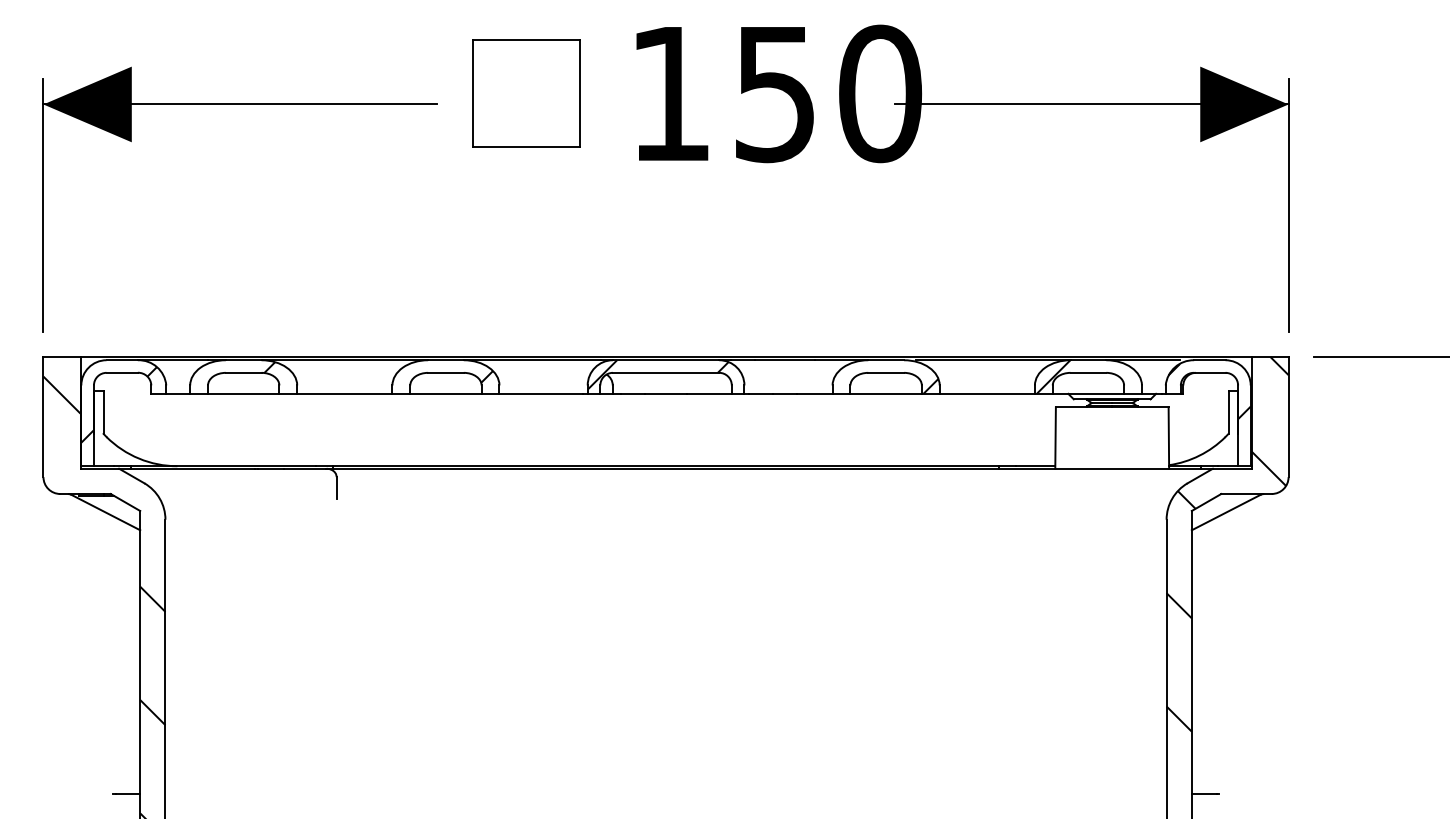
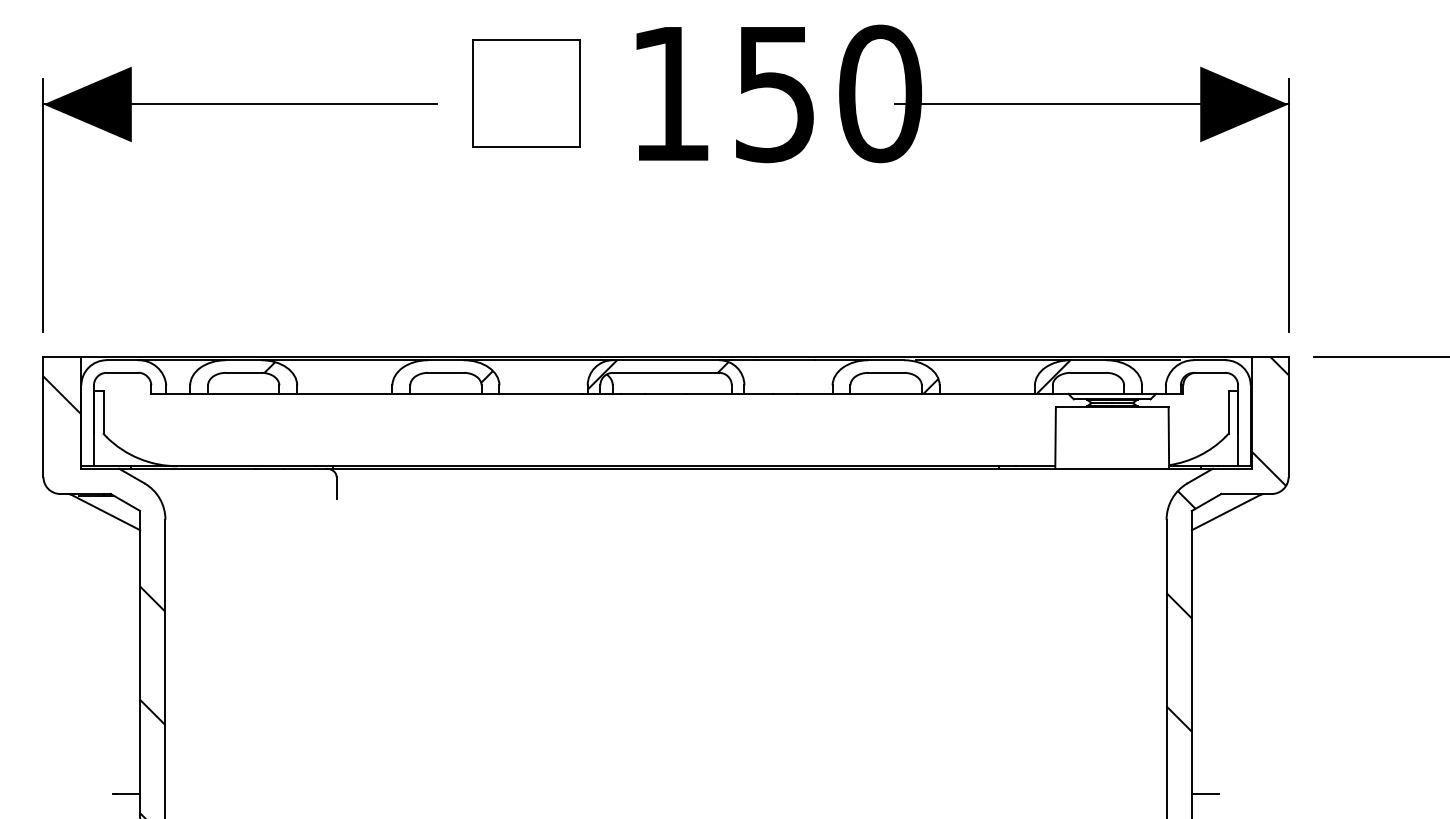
hatch at (1209, 391): present -> none
hatch at (118, 404): present -> none
